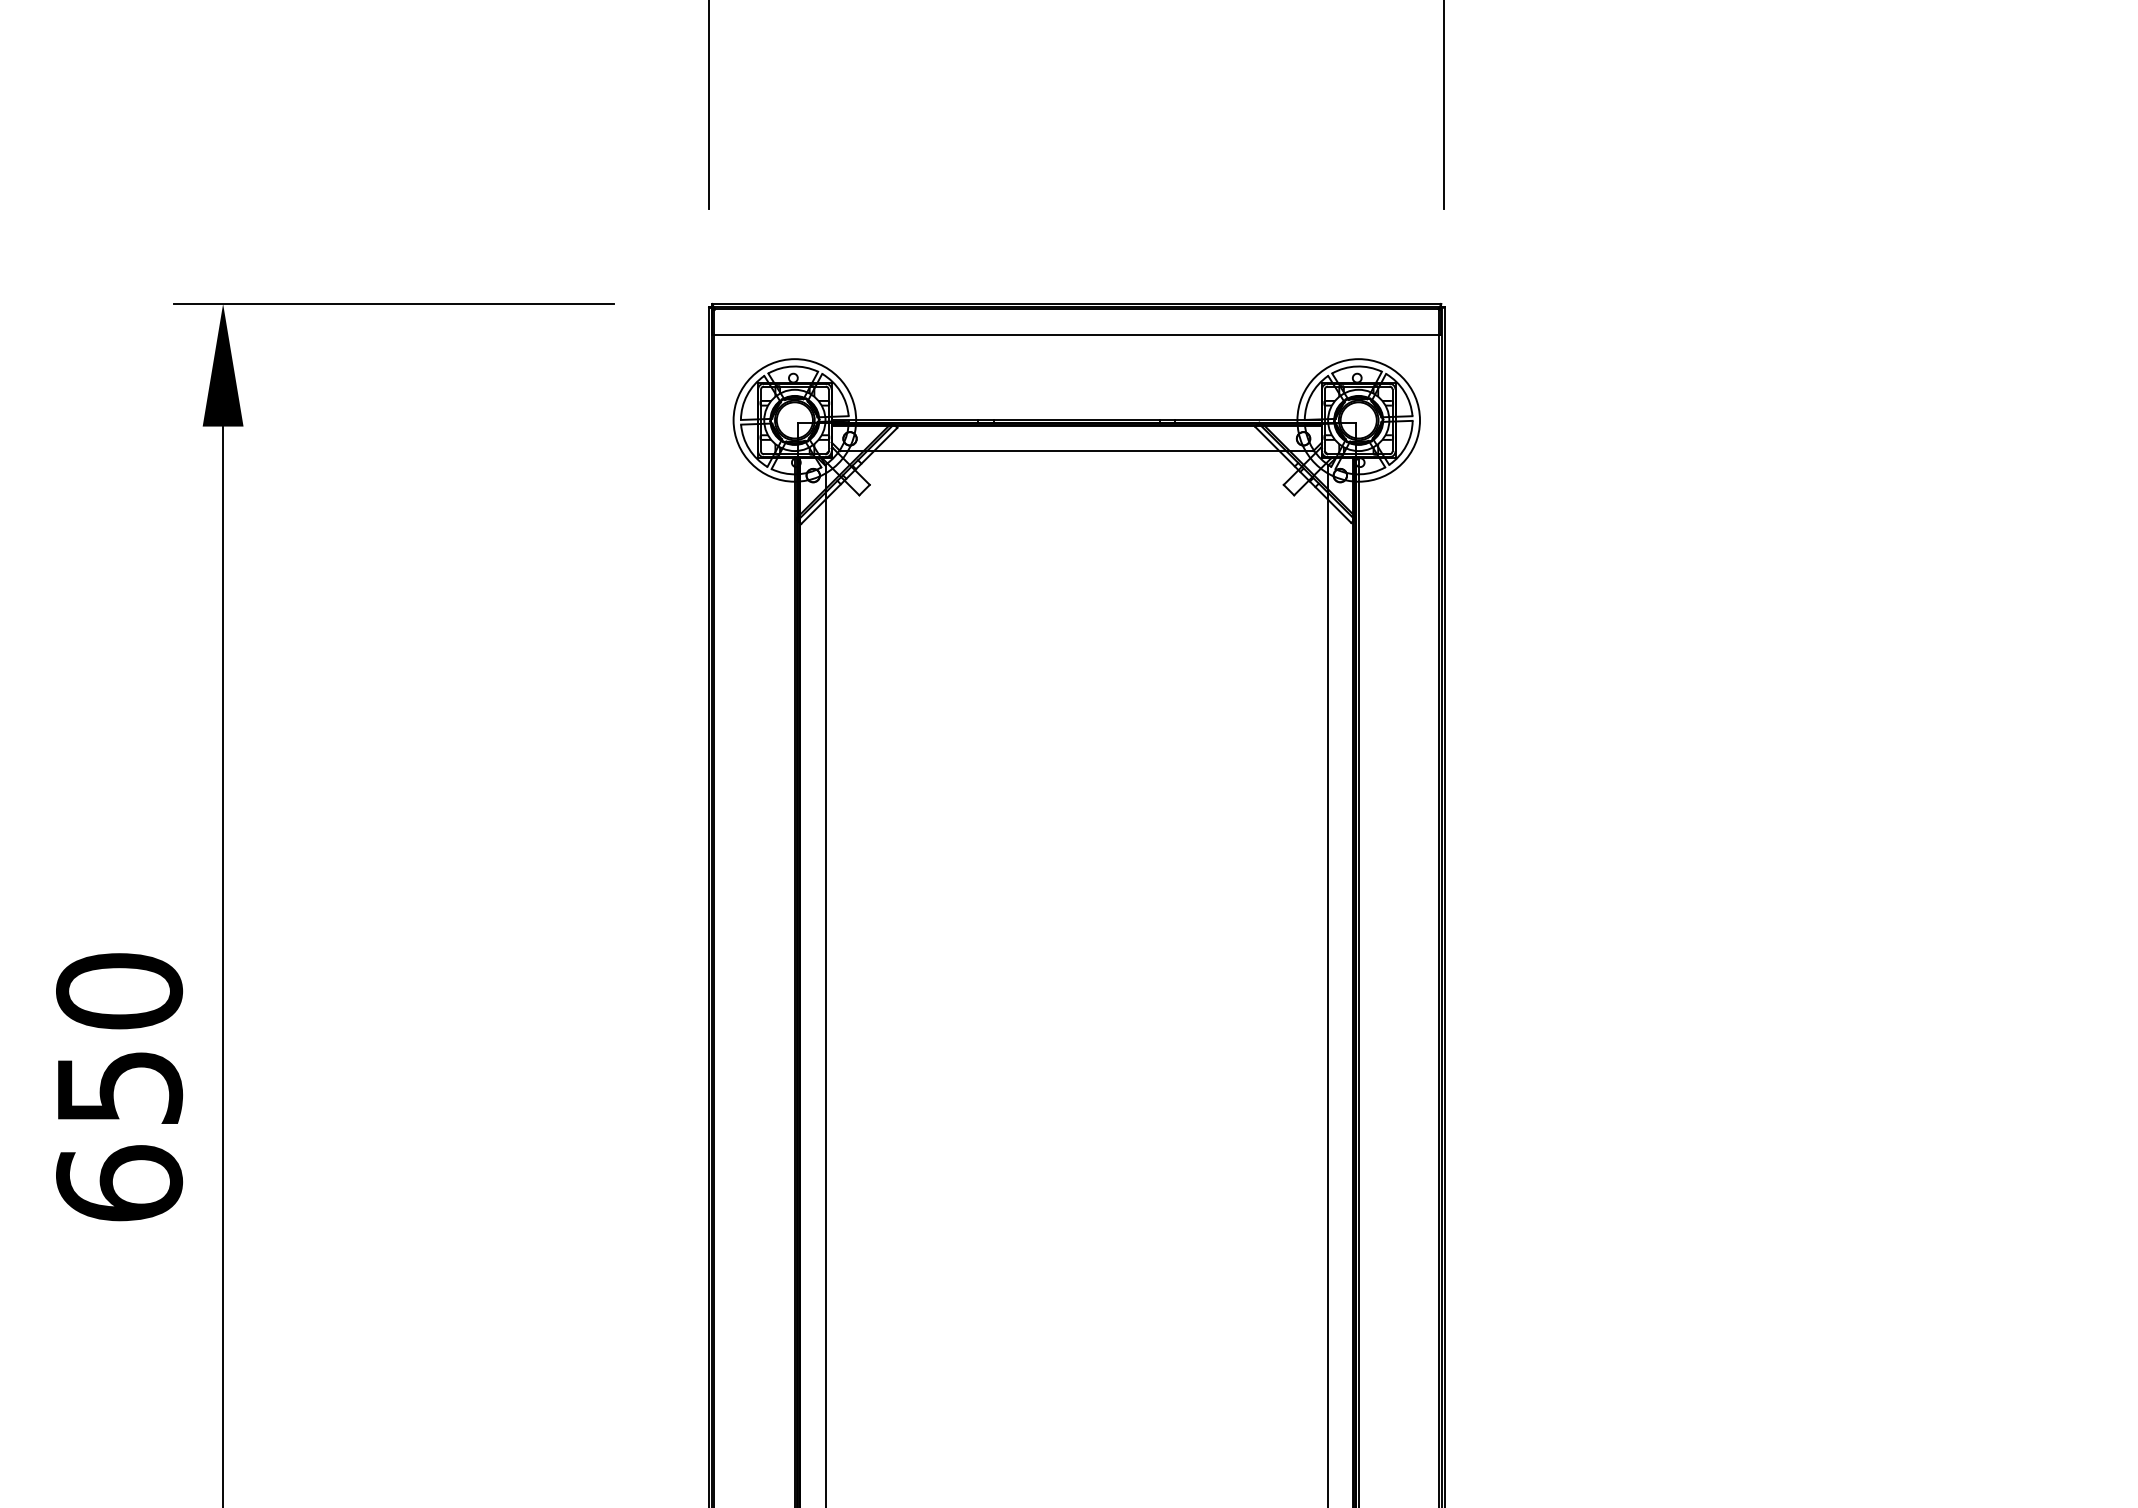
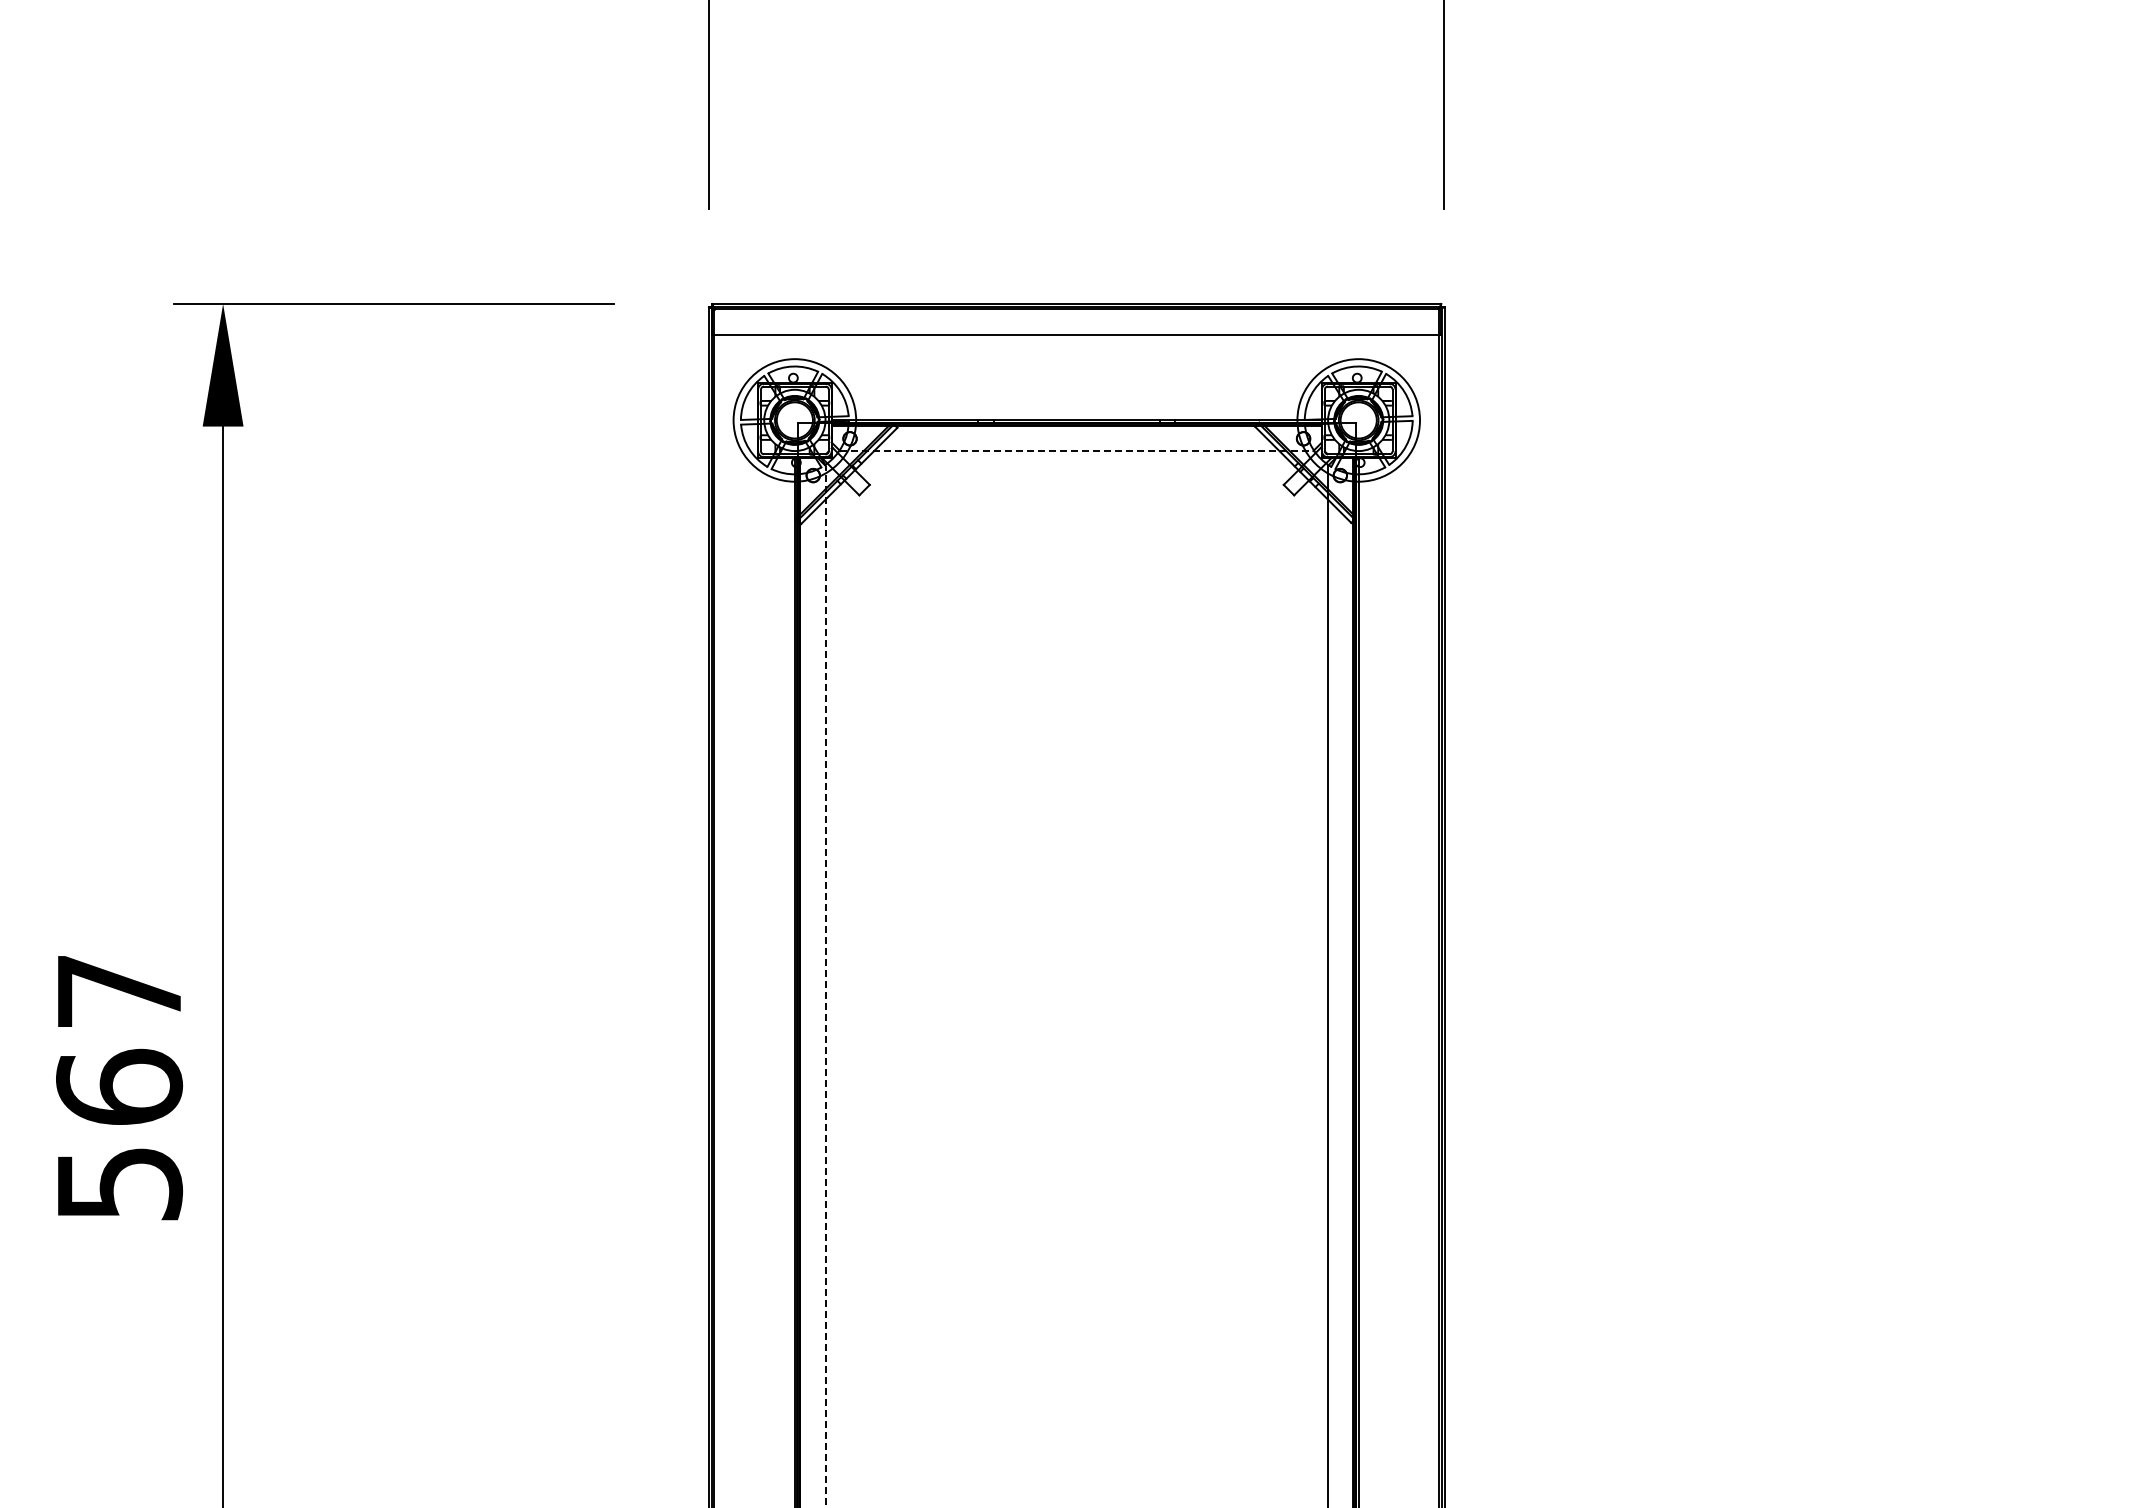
line at (1076, 451): solid -> dashed
line at (825, 986): solid -> dashed
text at (119, 1087): 650 -> 567
